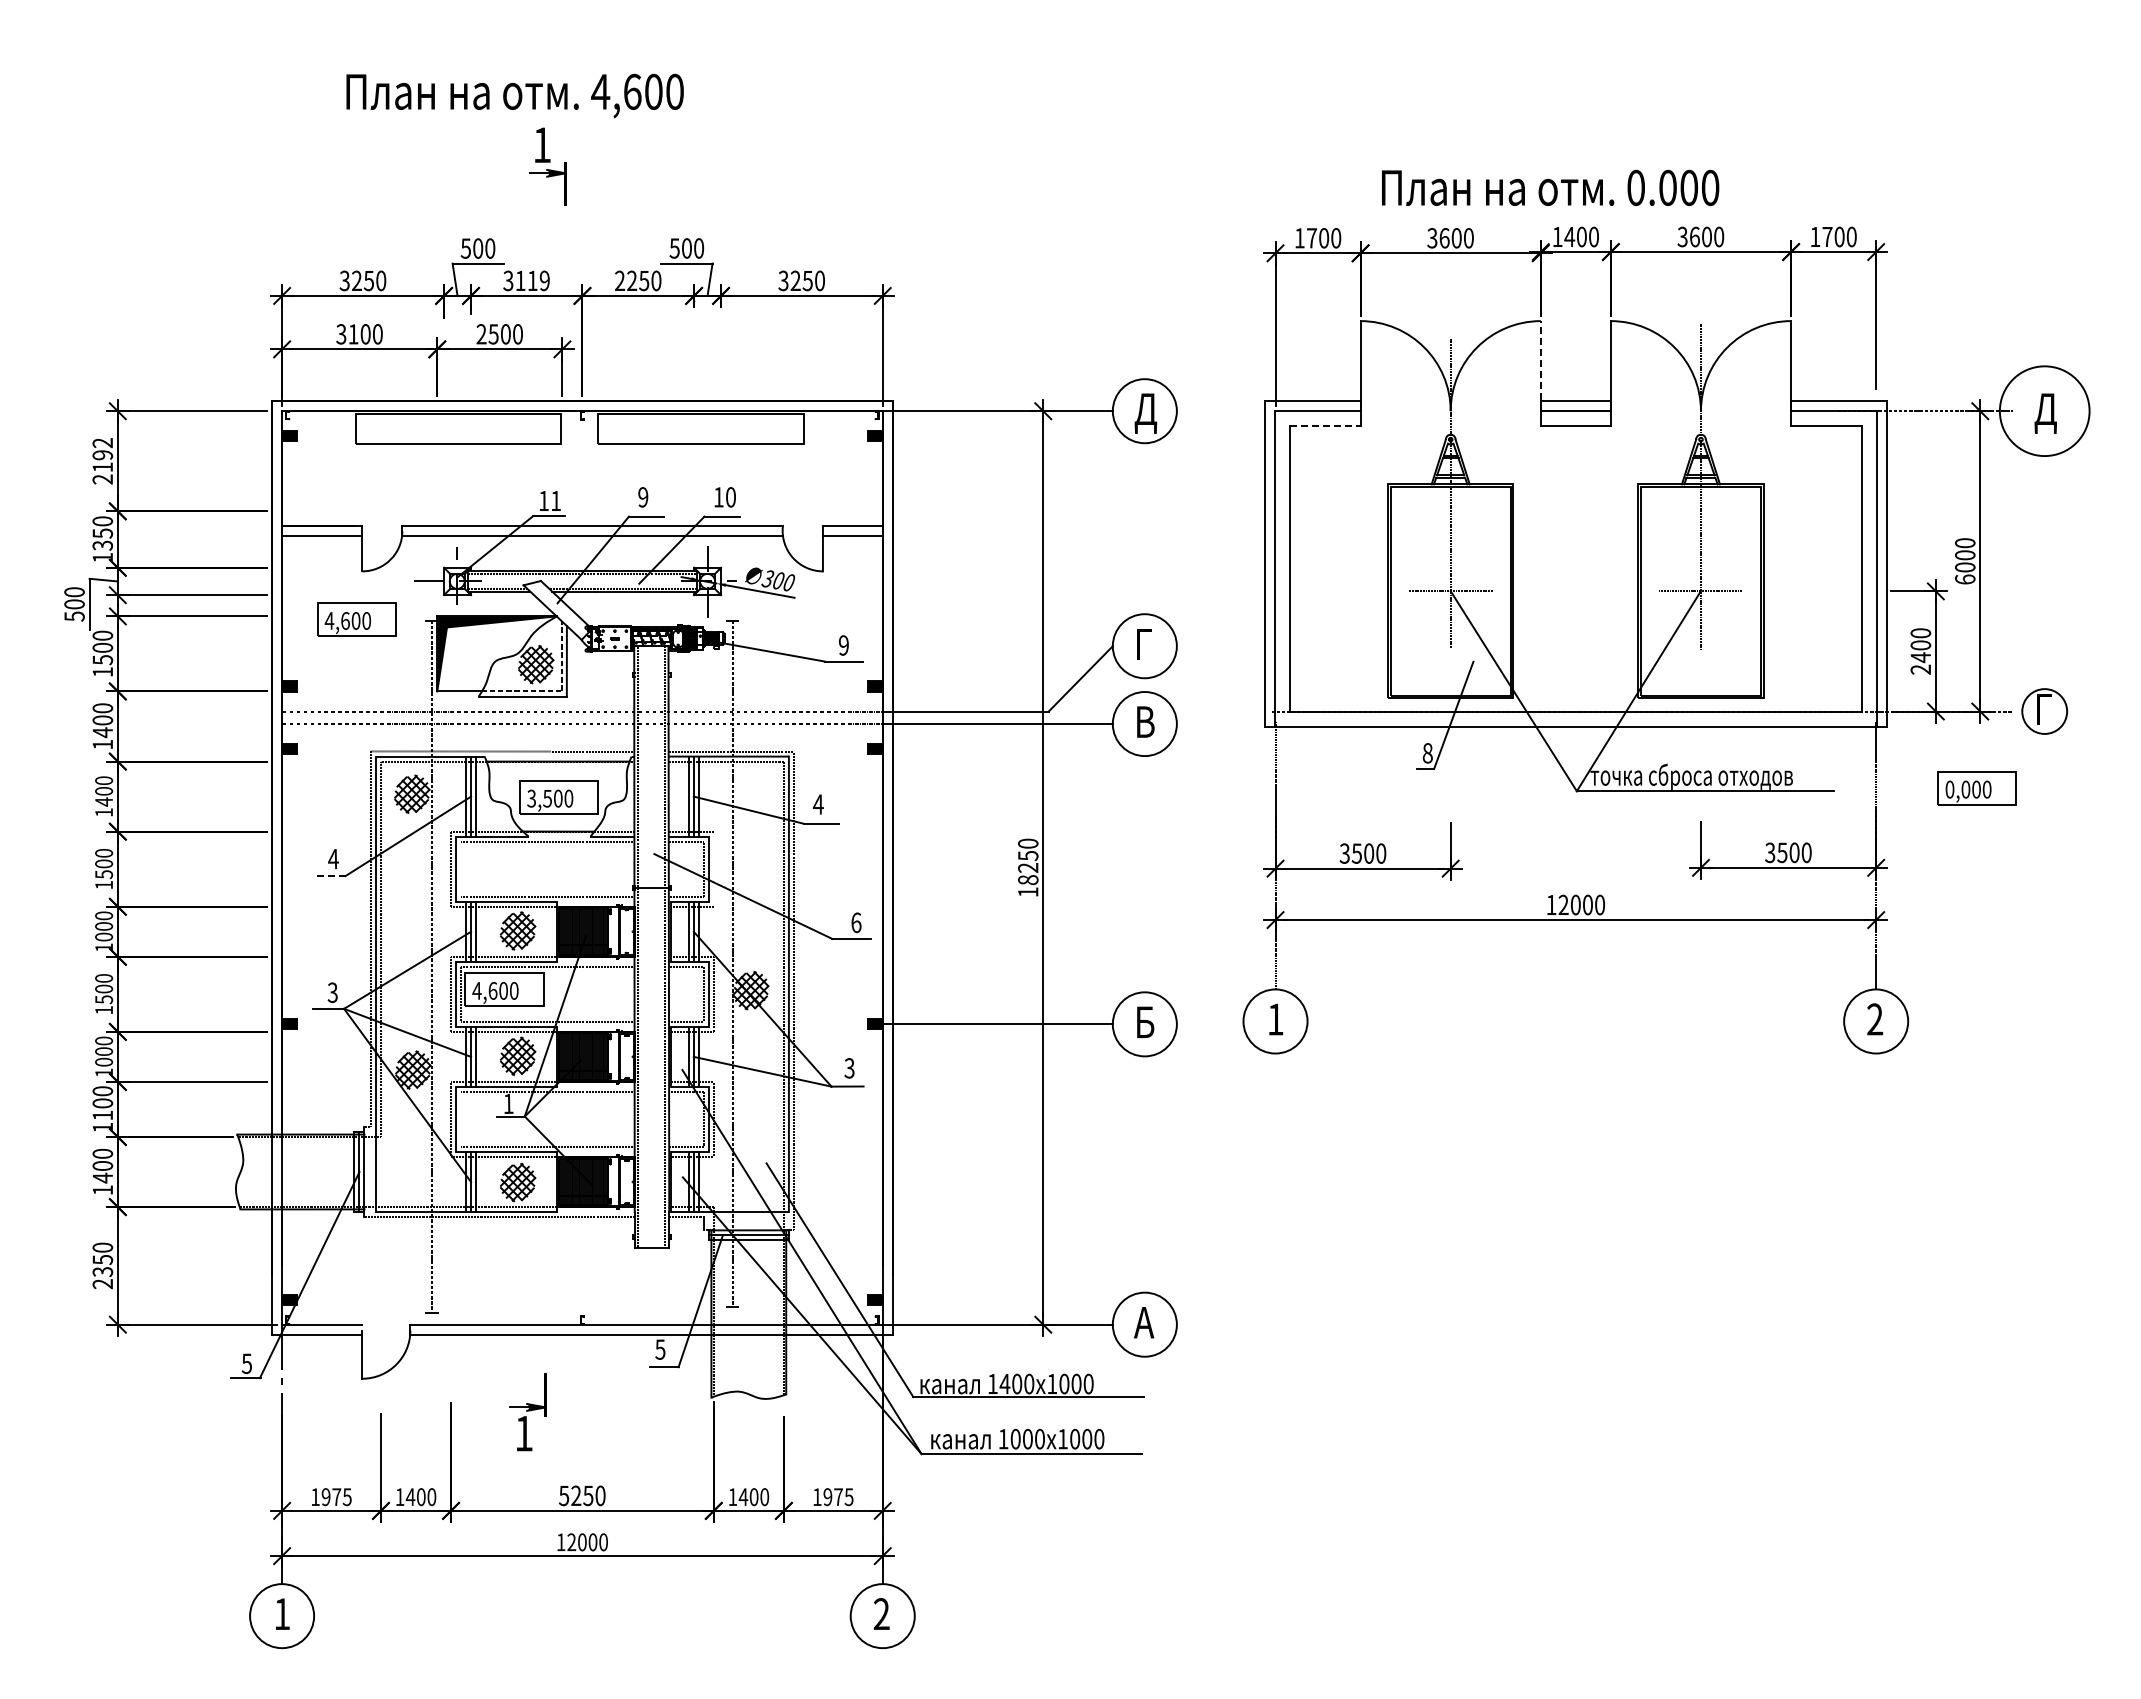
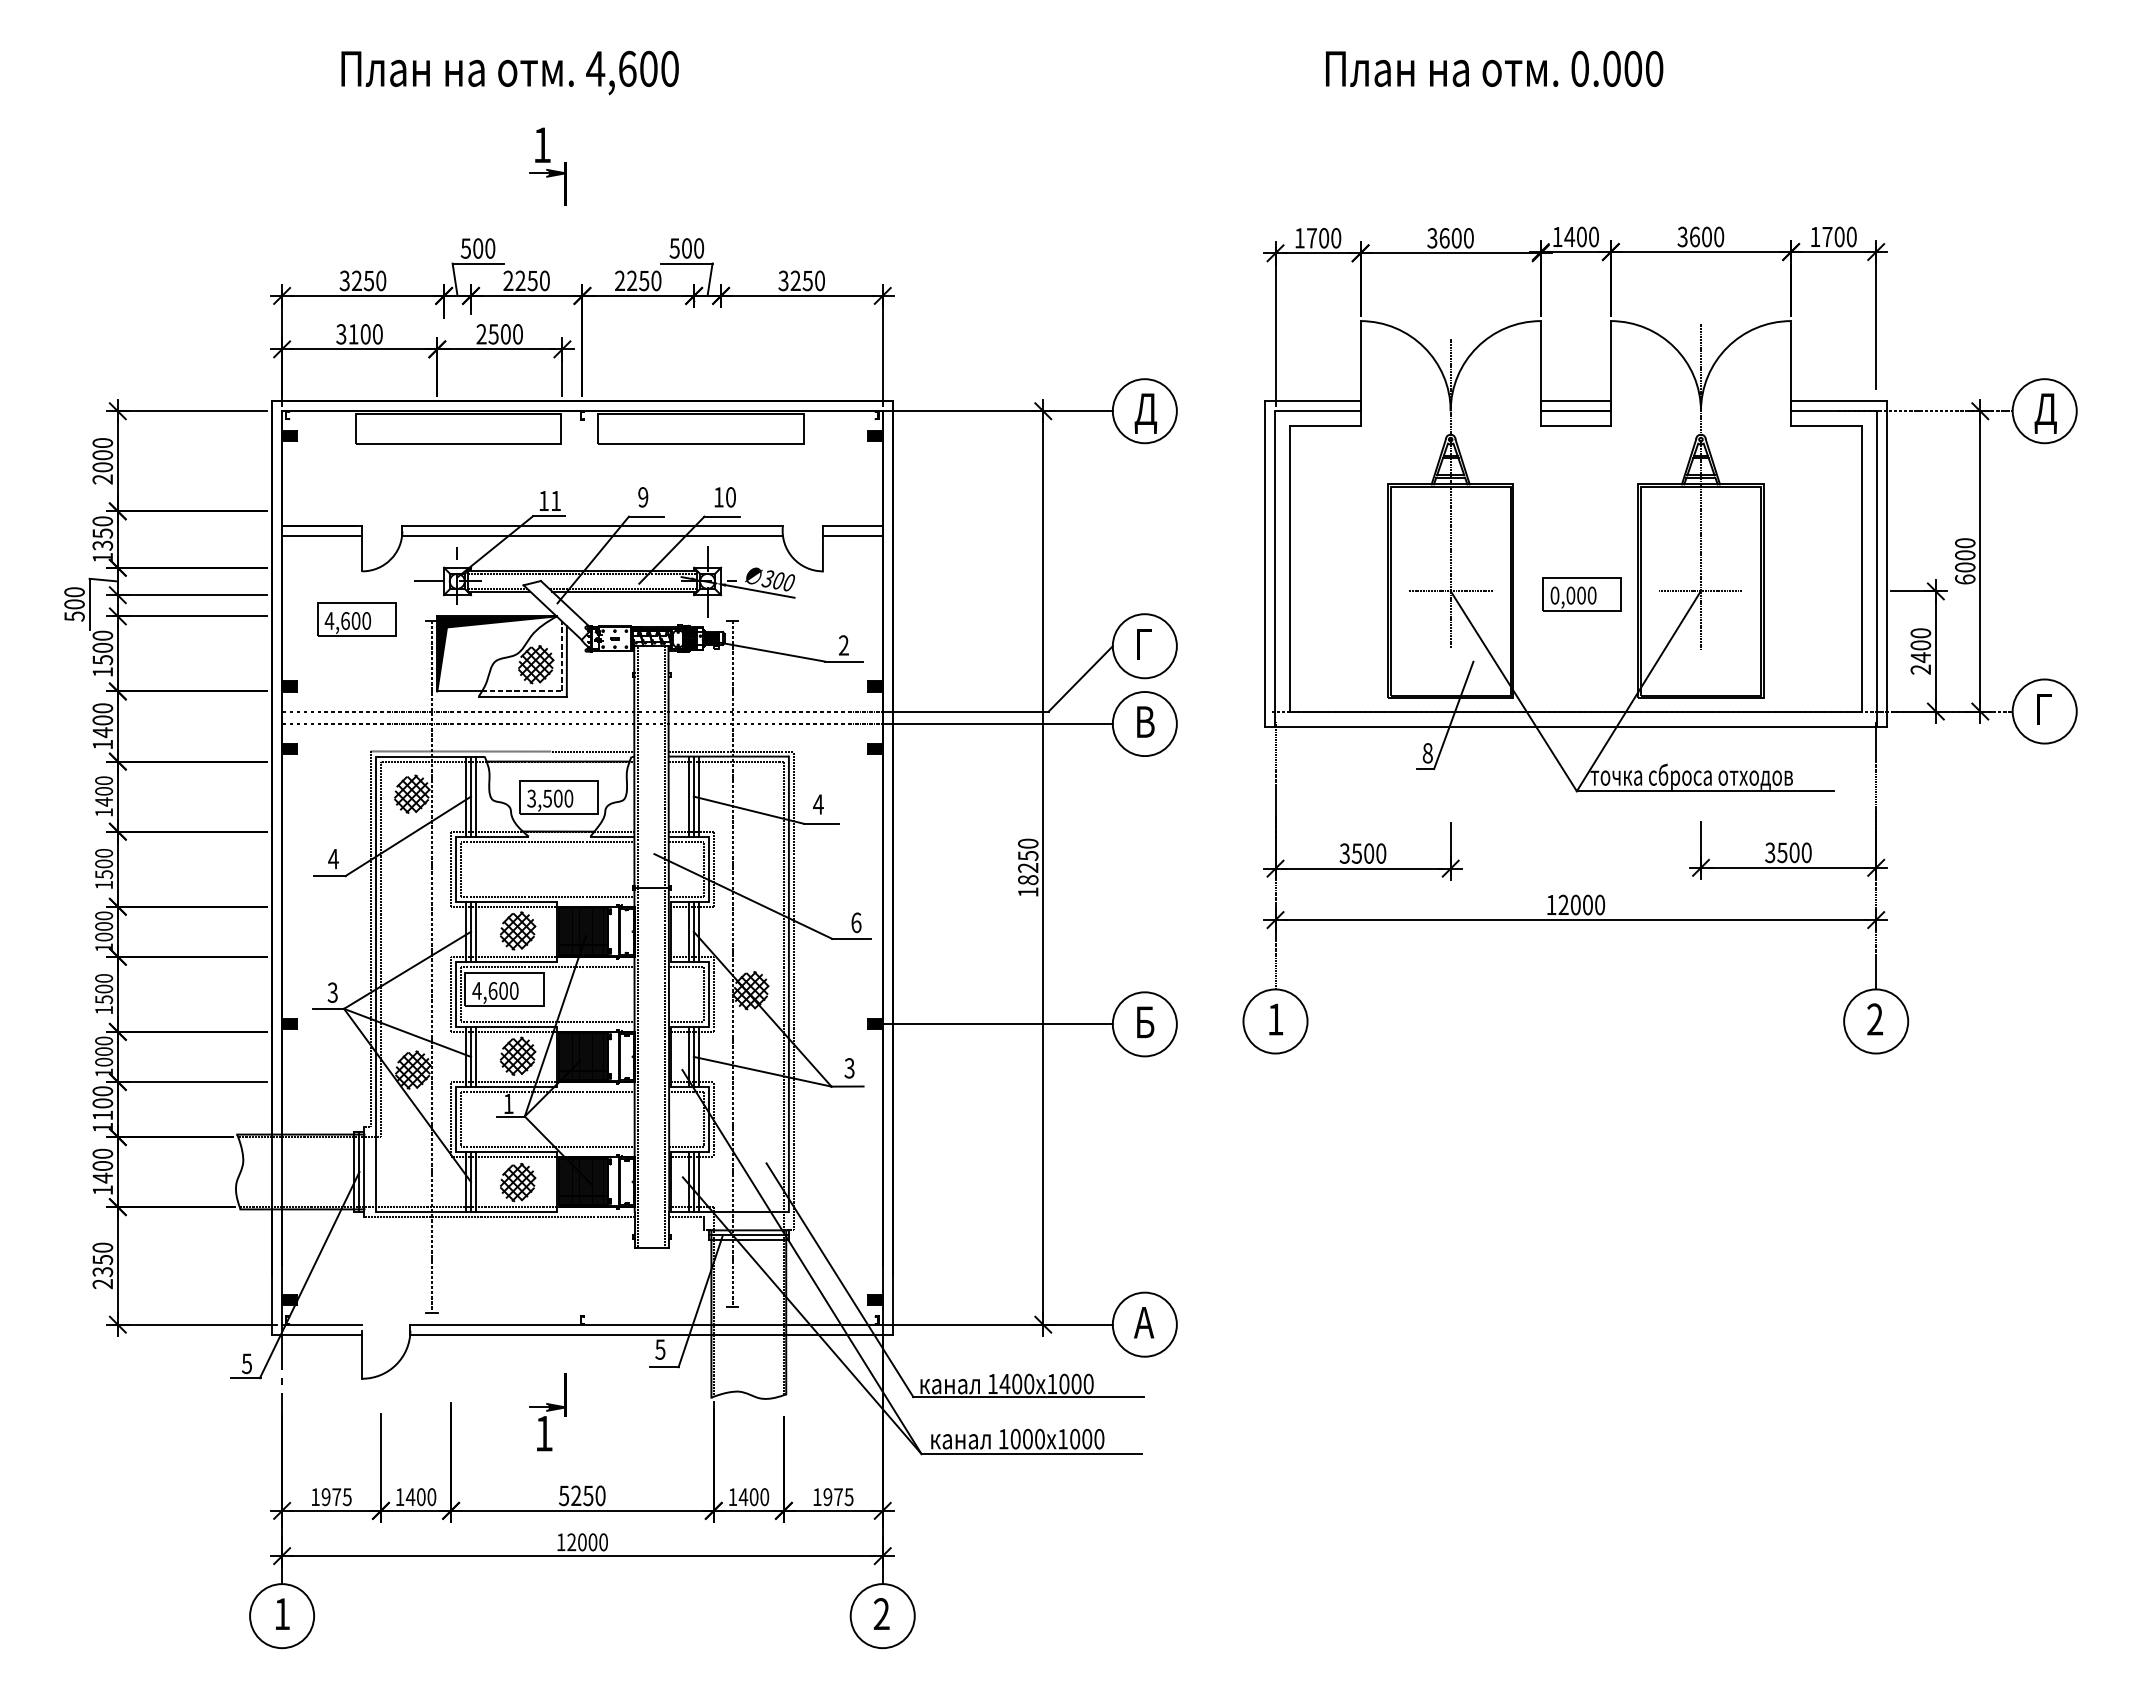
text at (514, 95) position: (514, 95) -> (509, 72)
text at (1550, 187) position: (1550, 187) -> (1494, 68)
text at (526, 280): 3119 -> 2250
line at (1540, 365): dashed -> solid
circle at (2044, 411) diameter: 90 px -> 64 px
line at (1325, 426): dashed -> solid
text at (102, 455): 2192 -> 2000
text at (843, 645): 9 -> 2
circle at (2044, 711) diameter: 45 px -> 64 px
part at (1976, 788) position: (1976, 788) -> (1581, 594)
line at (461, 868): none -> present
line at (713, 868): none -> present
line at (329, 876): dashed -> solid
line at (461, 1119): none -> present
part at (527, 1412) position: (527, 1412) -> (547, 1412)
